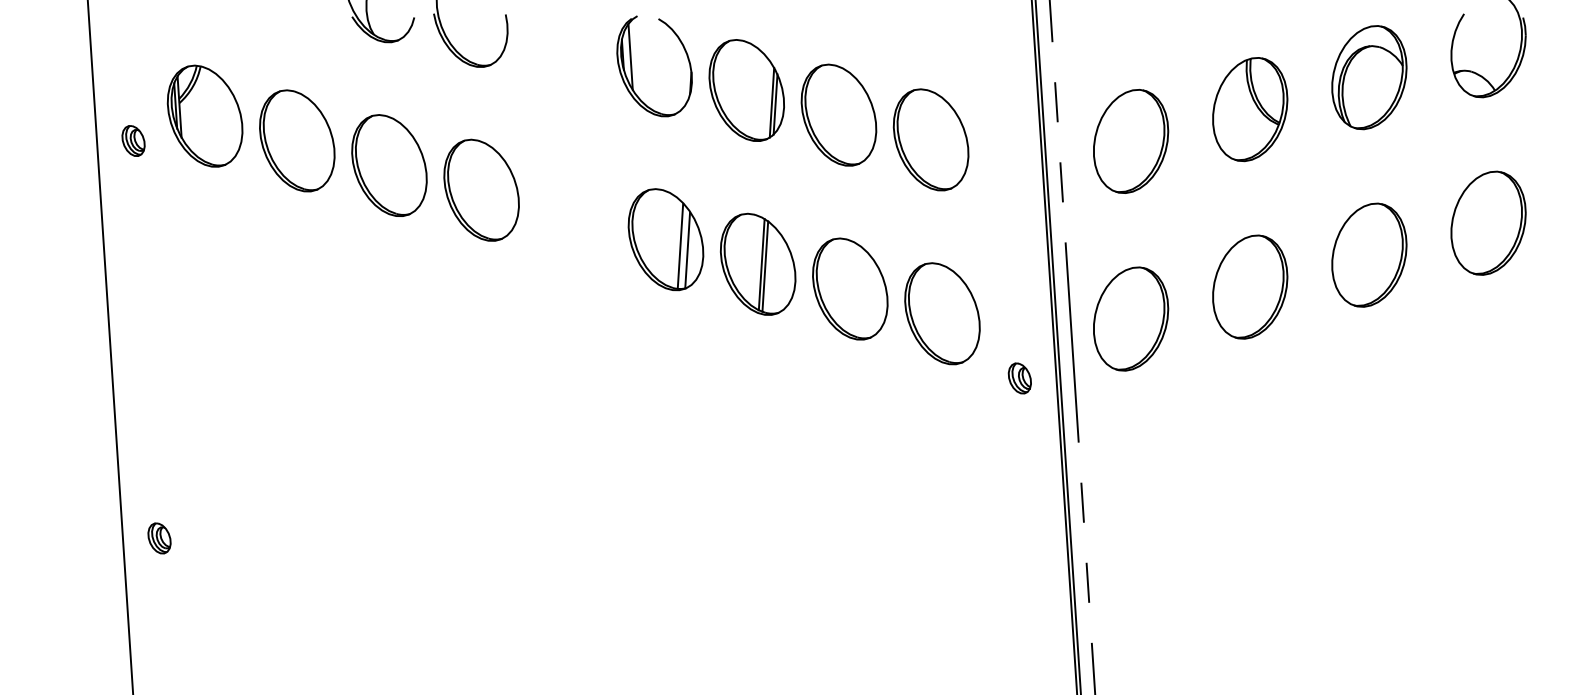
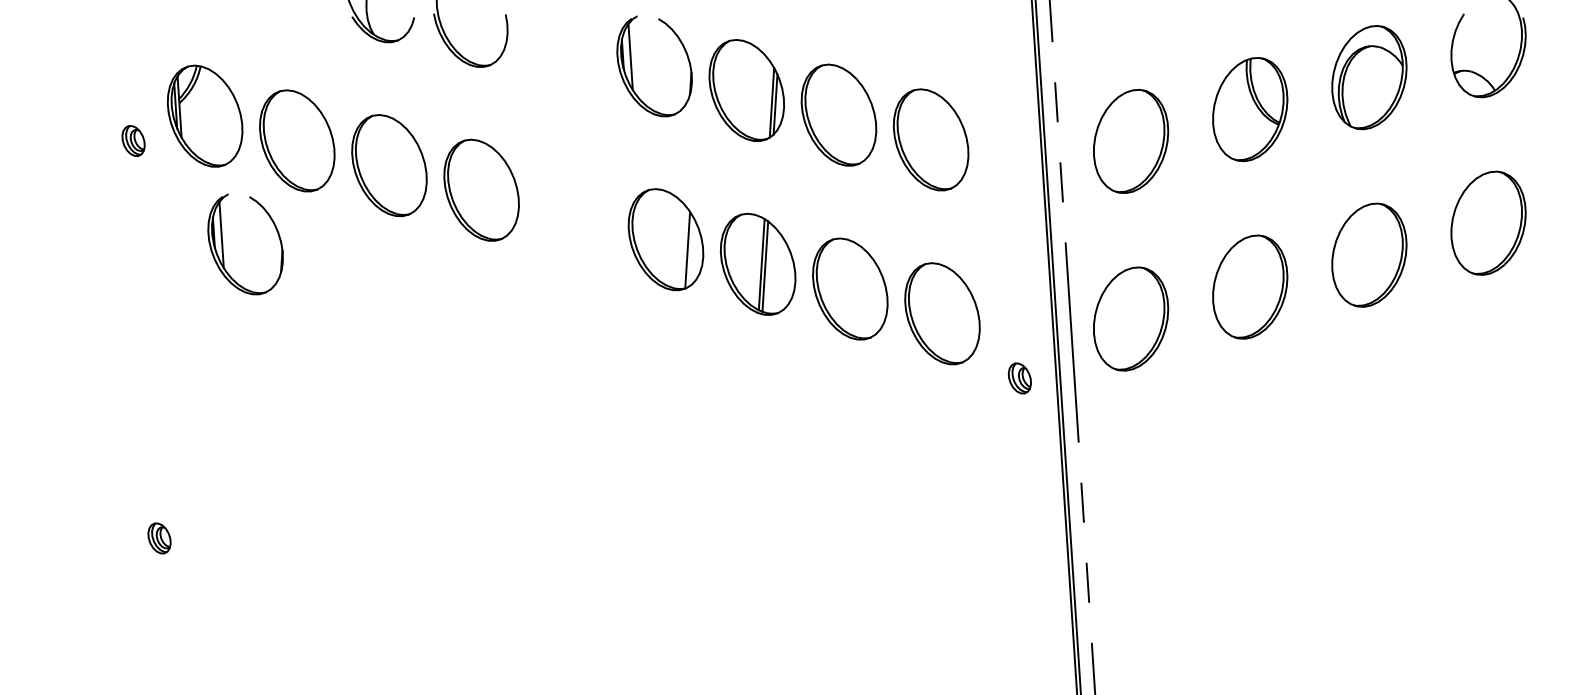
part at (223, 244): none -> present
line at (680, 245): present -> none
line at (109, 346): present -> none
